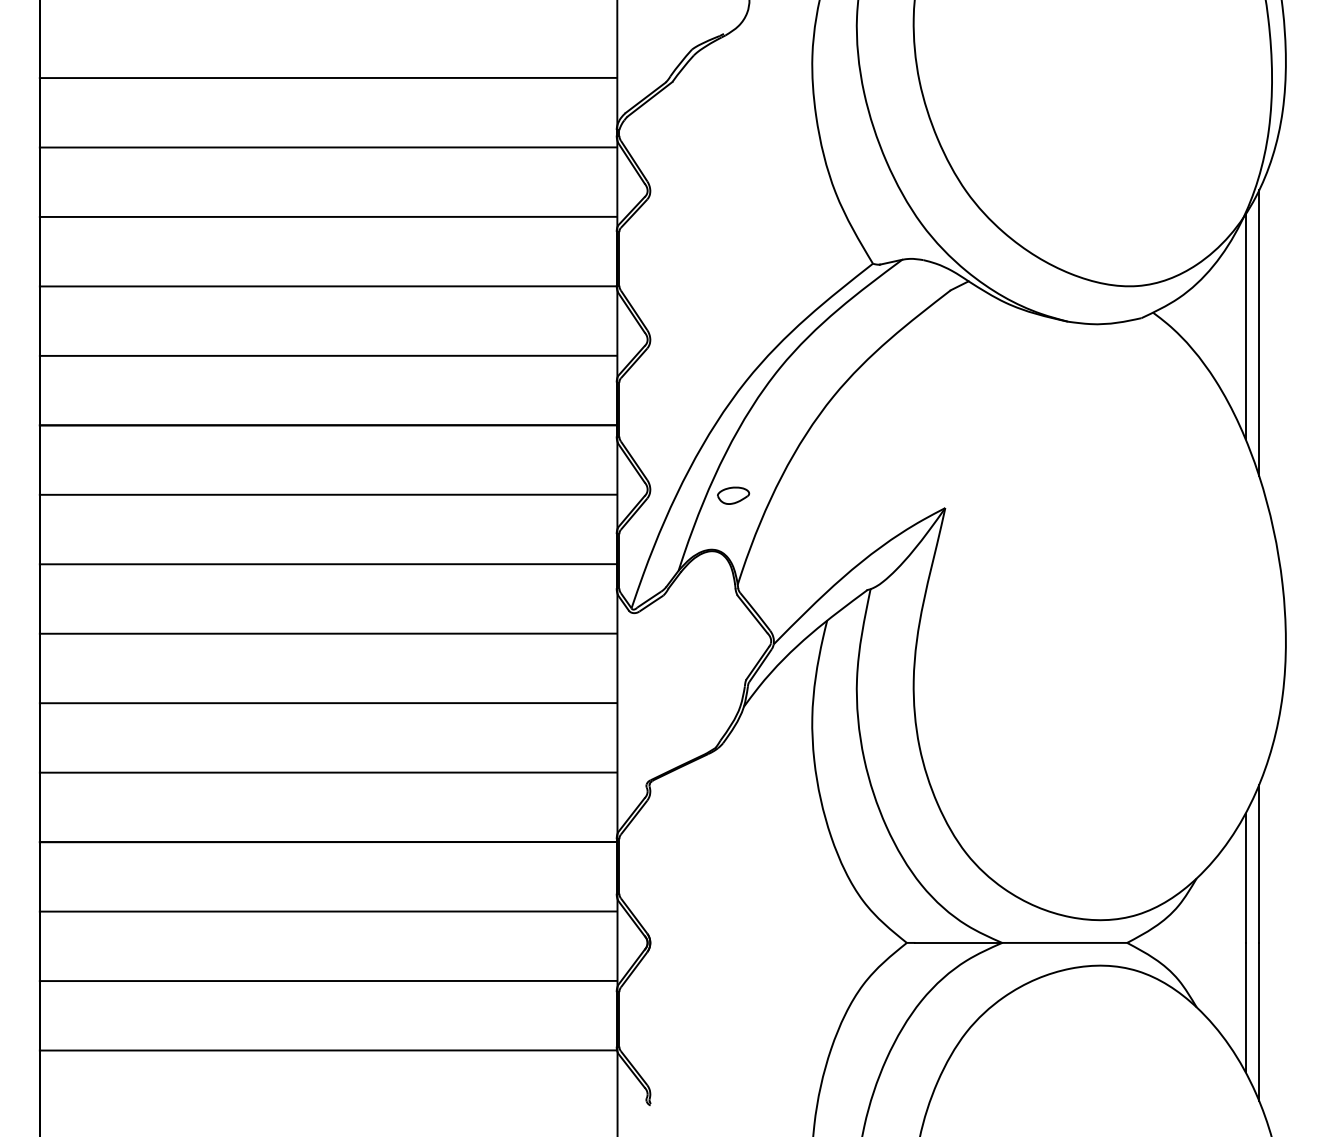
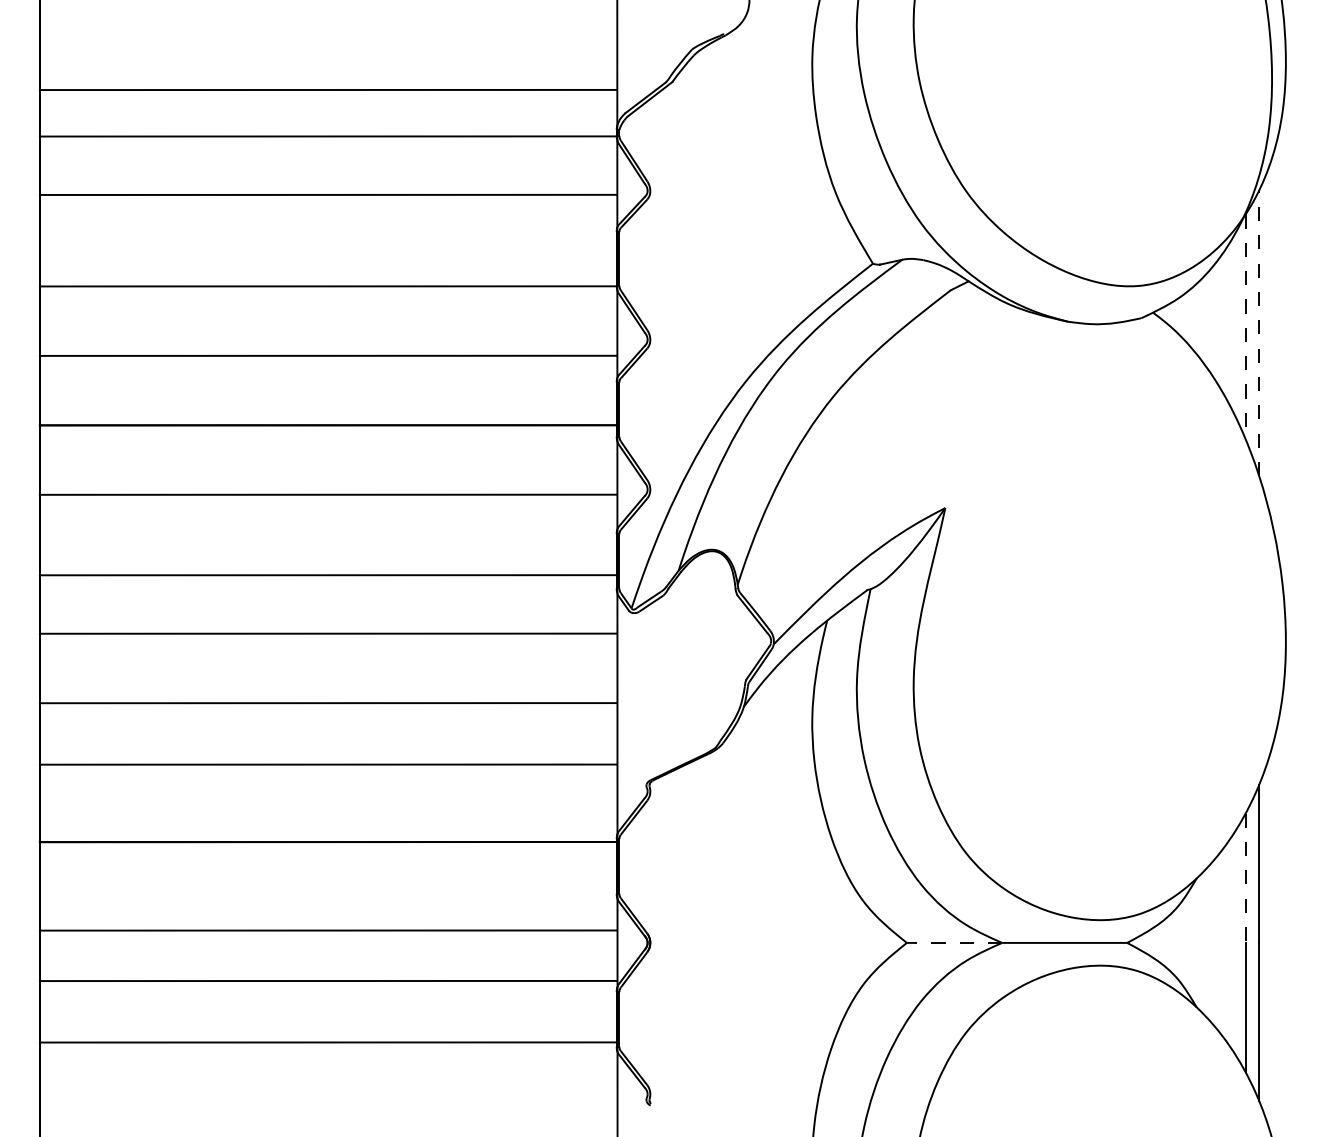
line at (327, 77) position: (327, 77) -> (327, 89)
line at (327, 147) position: (327, 147) -> (327, 136)
line at (327, 216) position: (327, 216) -> (327, 194)
line at (1245, 327): solid -> dashed
line at (1259, 333): solid -> dashed
part at (733, 495): present -> none
line at (327, 564) position: (327, 564) -> (327, 575)
line at (327, 772) position: (327, 772) -> (327, 764)
line at (1245, 878): solid -> dashed
line at (327, 911) position: (327, 911) -> (327, 930)
line at (958, 942): solid -> dashed
line at (327, 1050) position: (327, 1050) -> (327, 1042)
